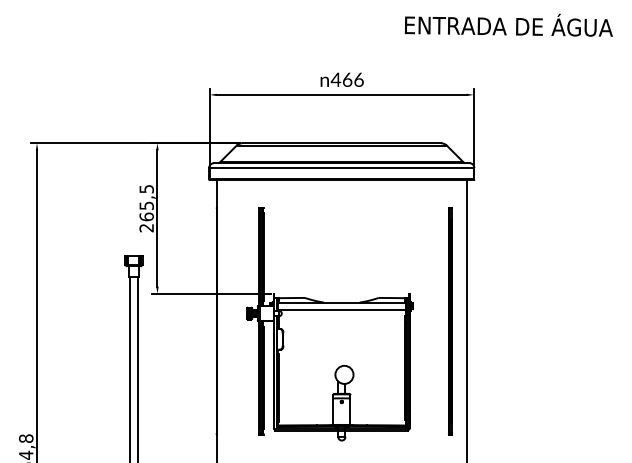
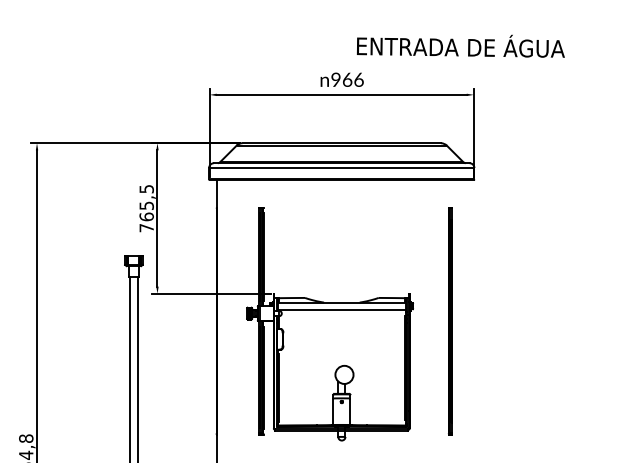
text at (508, 24) position: (508, 24) -> (460, 45)
text at (335, 79): 466 -> 966
text at (146, 228): 265,5 -> 765,5
line at (466, 319): present -> none
